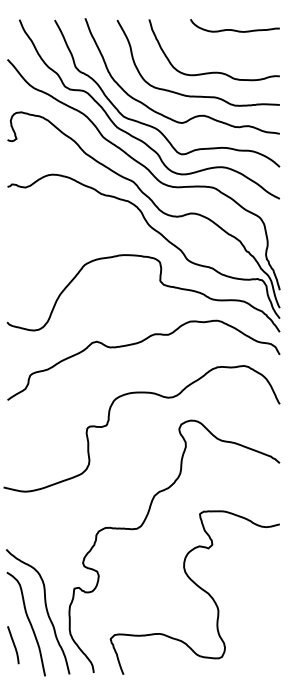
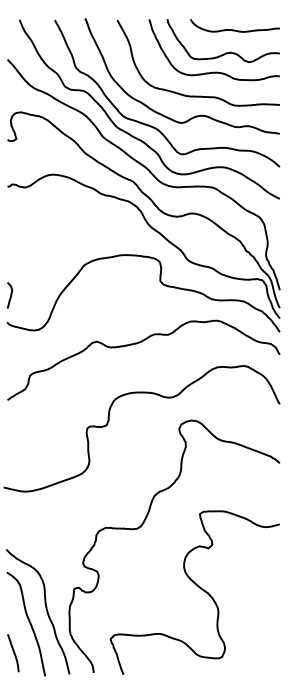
curve at (225, 52): none -> present
curve at (10, 295): none -> present
curve at (13, 645) position: (13, 645) -> (13, 653)
